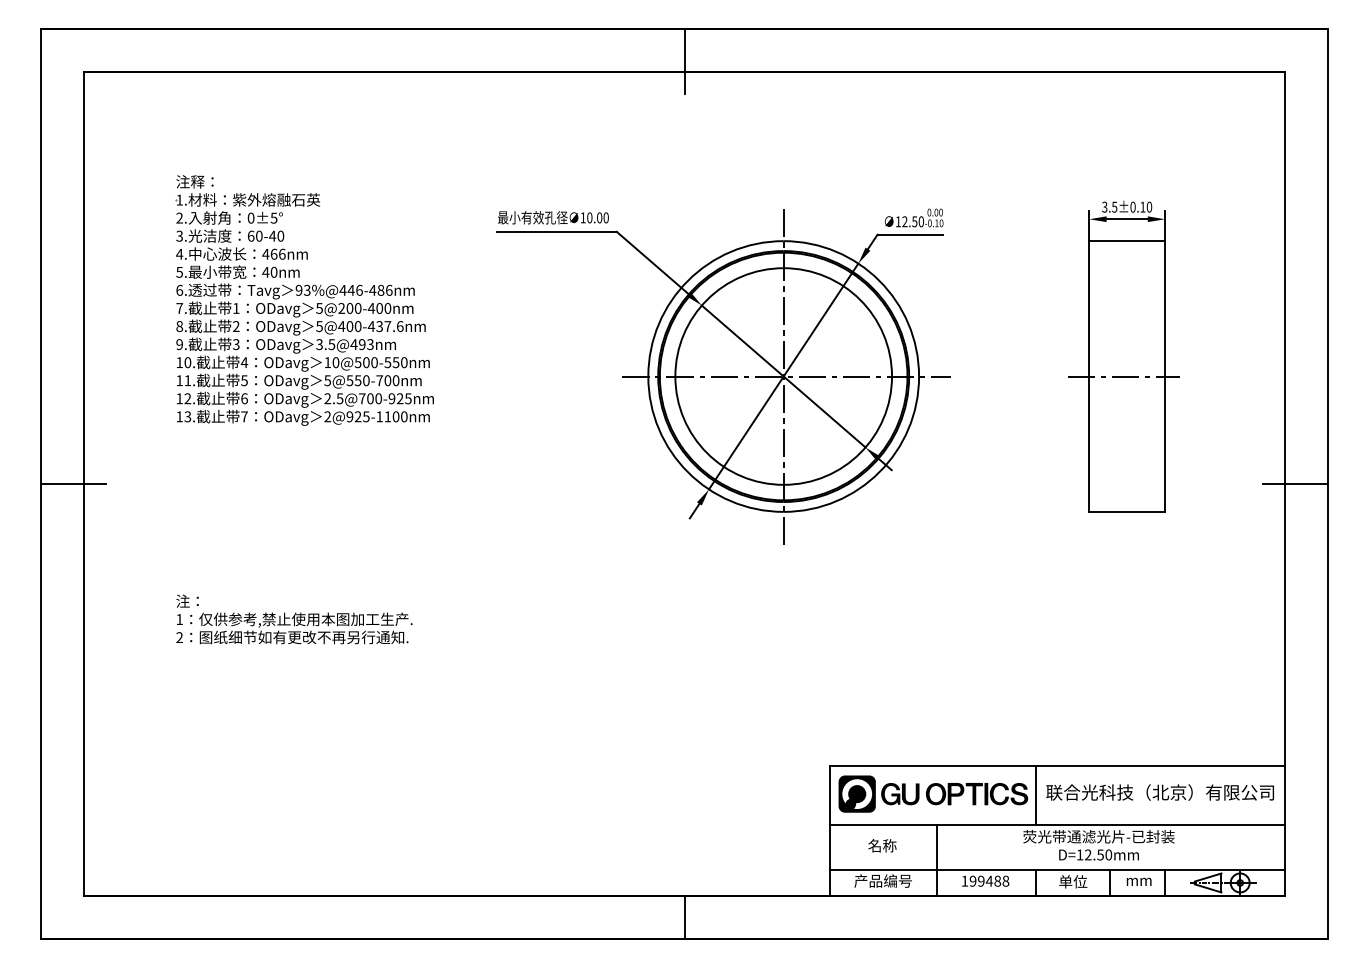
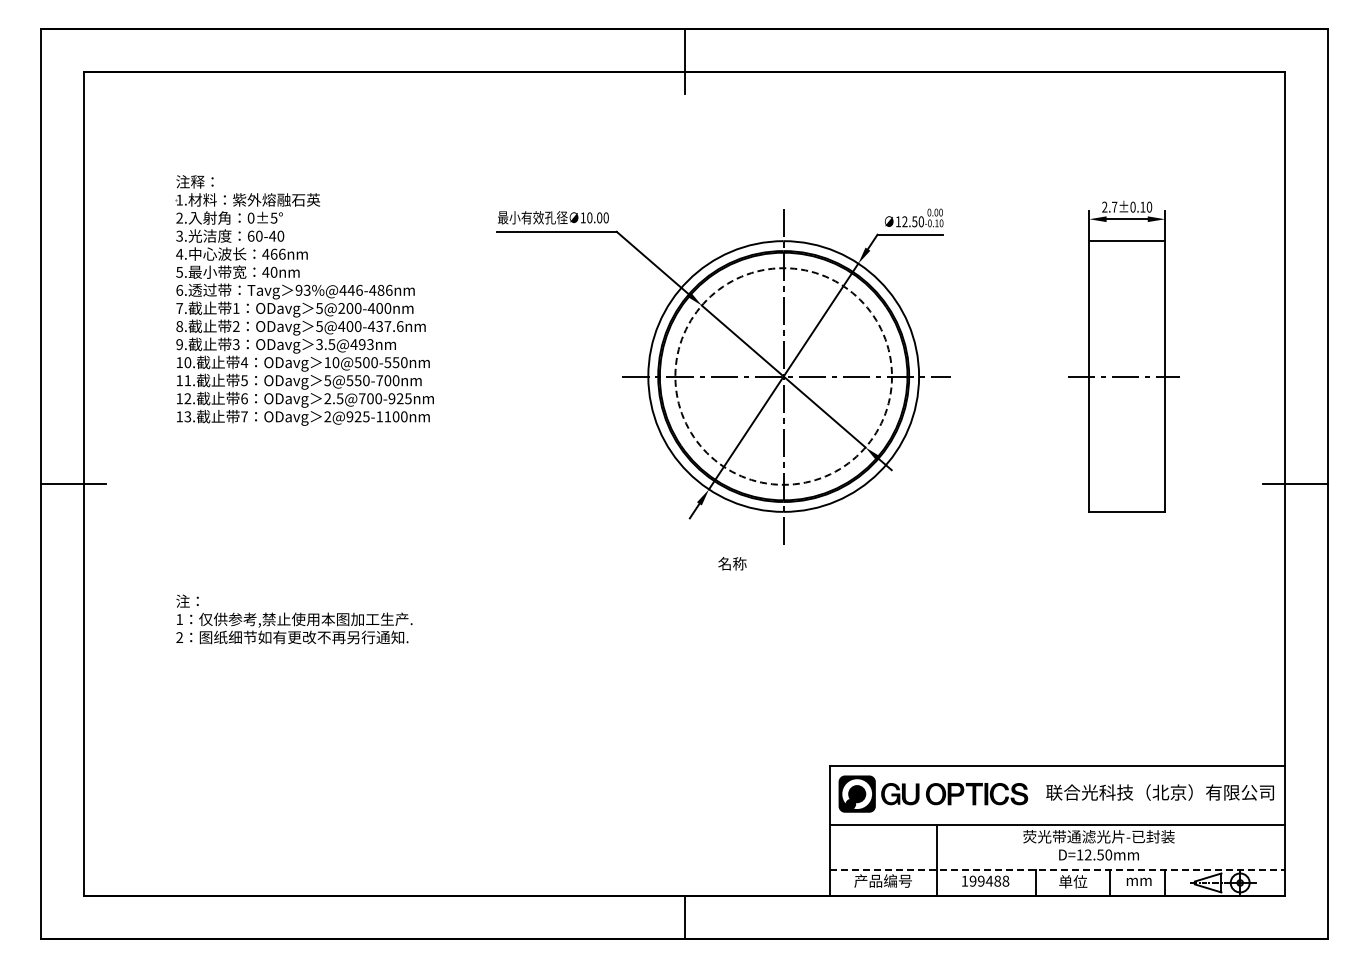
text at (1109, 206): 3.5±0.10 -> 2.7±0.10
circle at (783, 376): solid -> dashed
line at (1036, 794): present -> none
text at (882, 845) position: (882, 845) -> (732, 563)
line at (1057, 870): solid -> dashed
